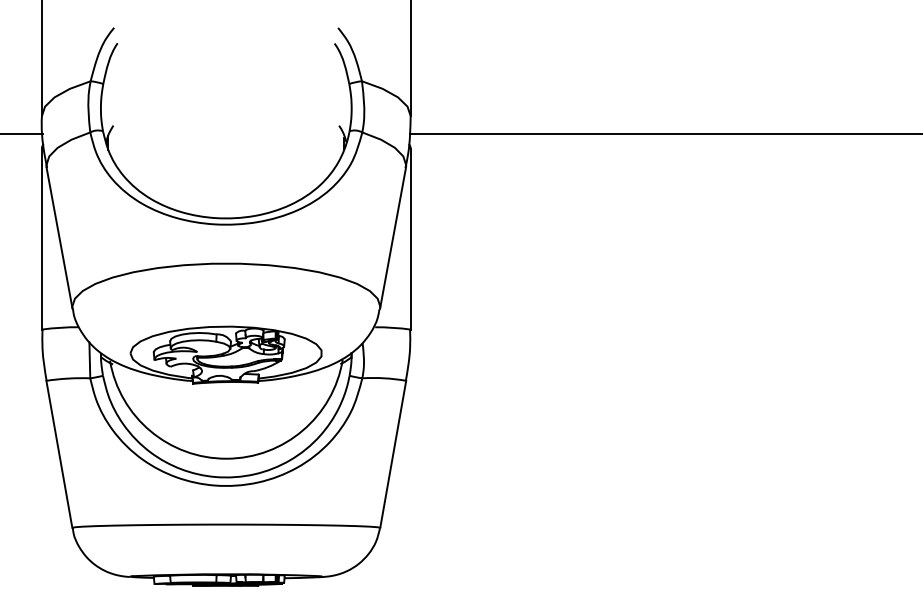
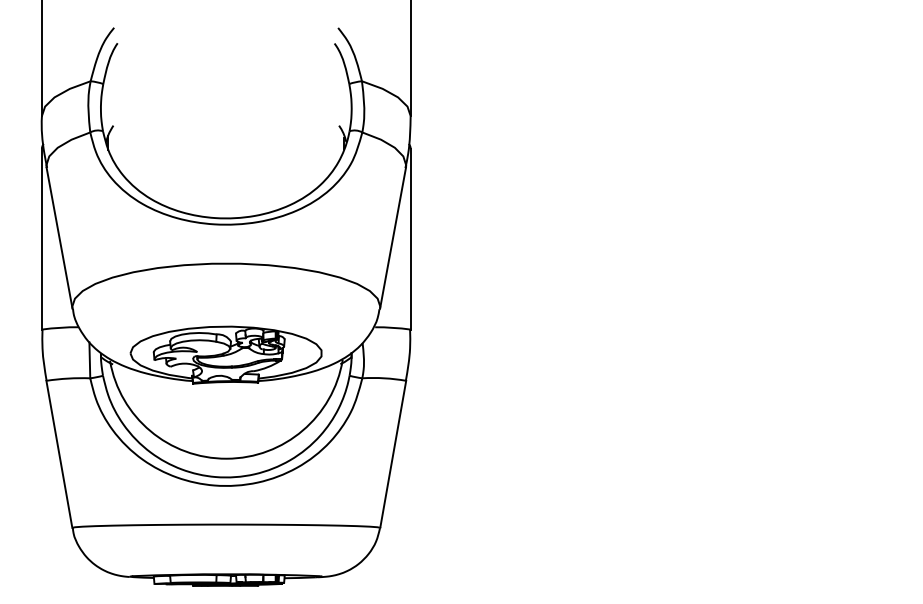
line at (22, 134): present -> none
line at (664, 134): present -> none
